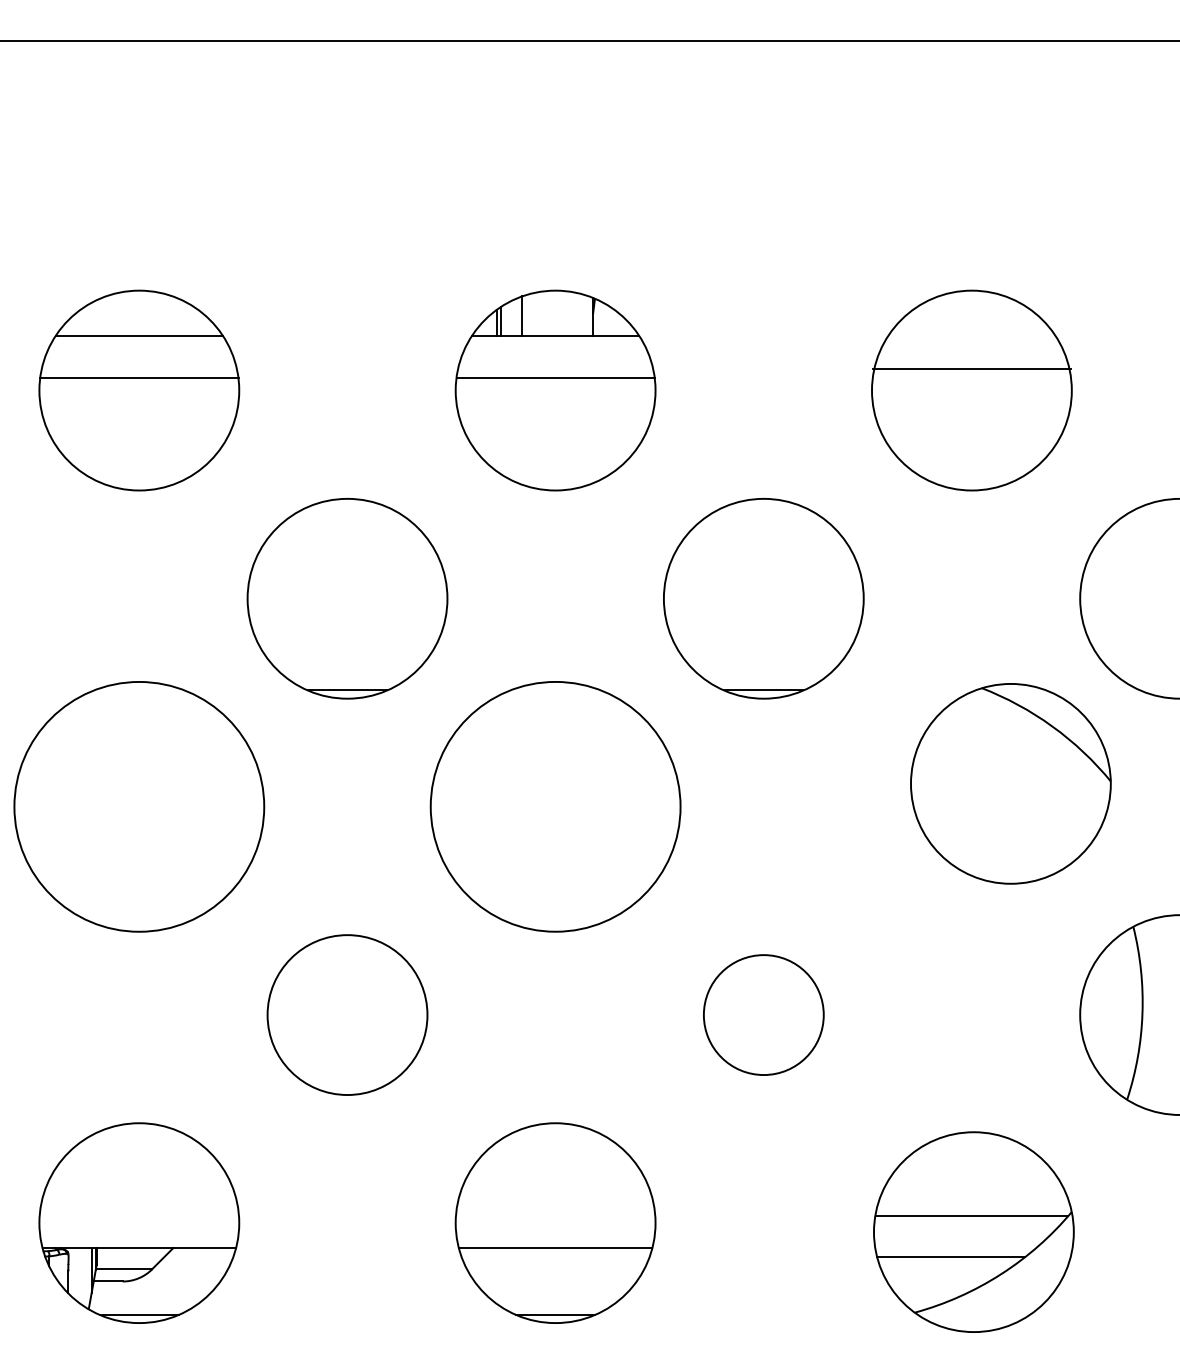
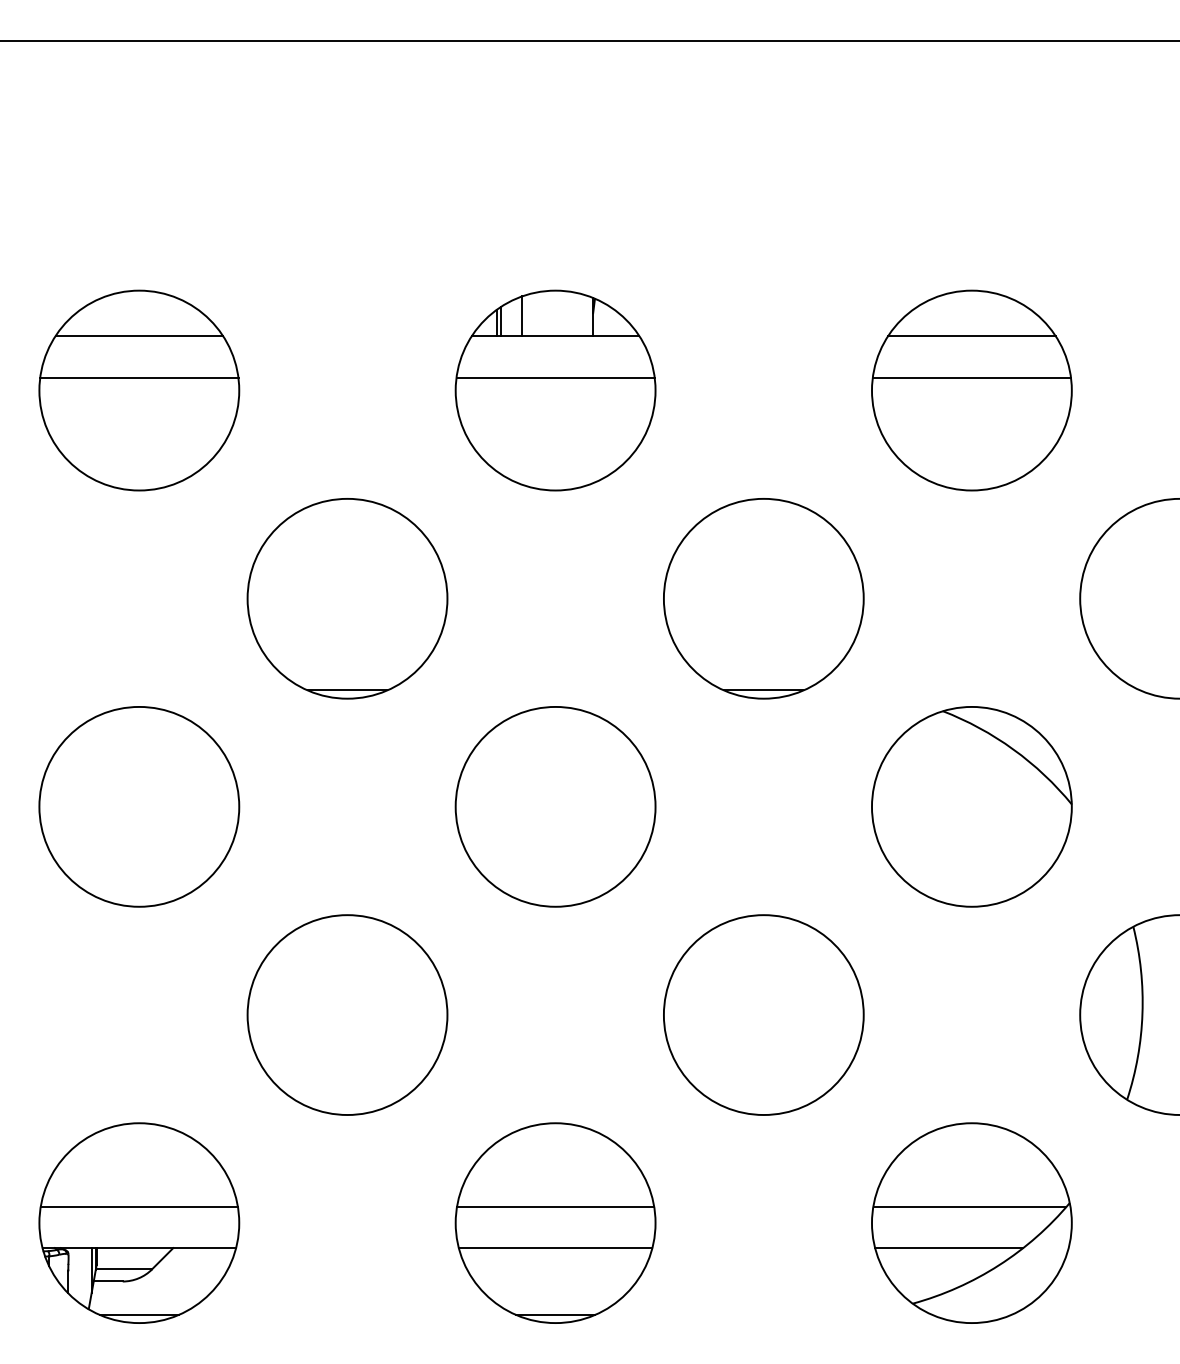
line at (971, 336): none -> present
line at (971, 369) position: (971, 369) -> (971, 378)
part at (1010, 783) position: (1010, 783) -> (971, 806)
circle at (139, 806) diameter: 250 px -> 200 px
circle at (555, 806) size: 253x252 px -> 203x202 px
circle at (347, 1015) diameter: 160 px -> 200 px
circle at (763, 1015) diameter: 120 px -> 200 px
line at (139, 1206): none -> present
line at (555, 1206): none -> present
part at (973, 1231) position: (973, 1231) -> (971, 1222)
